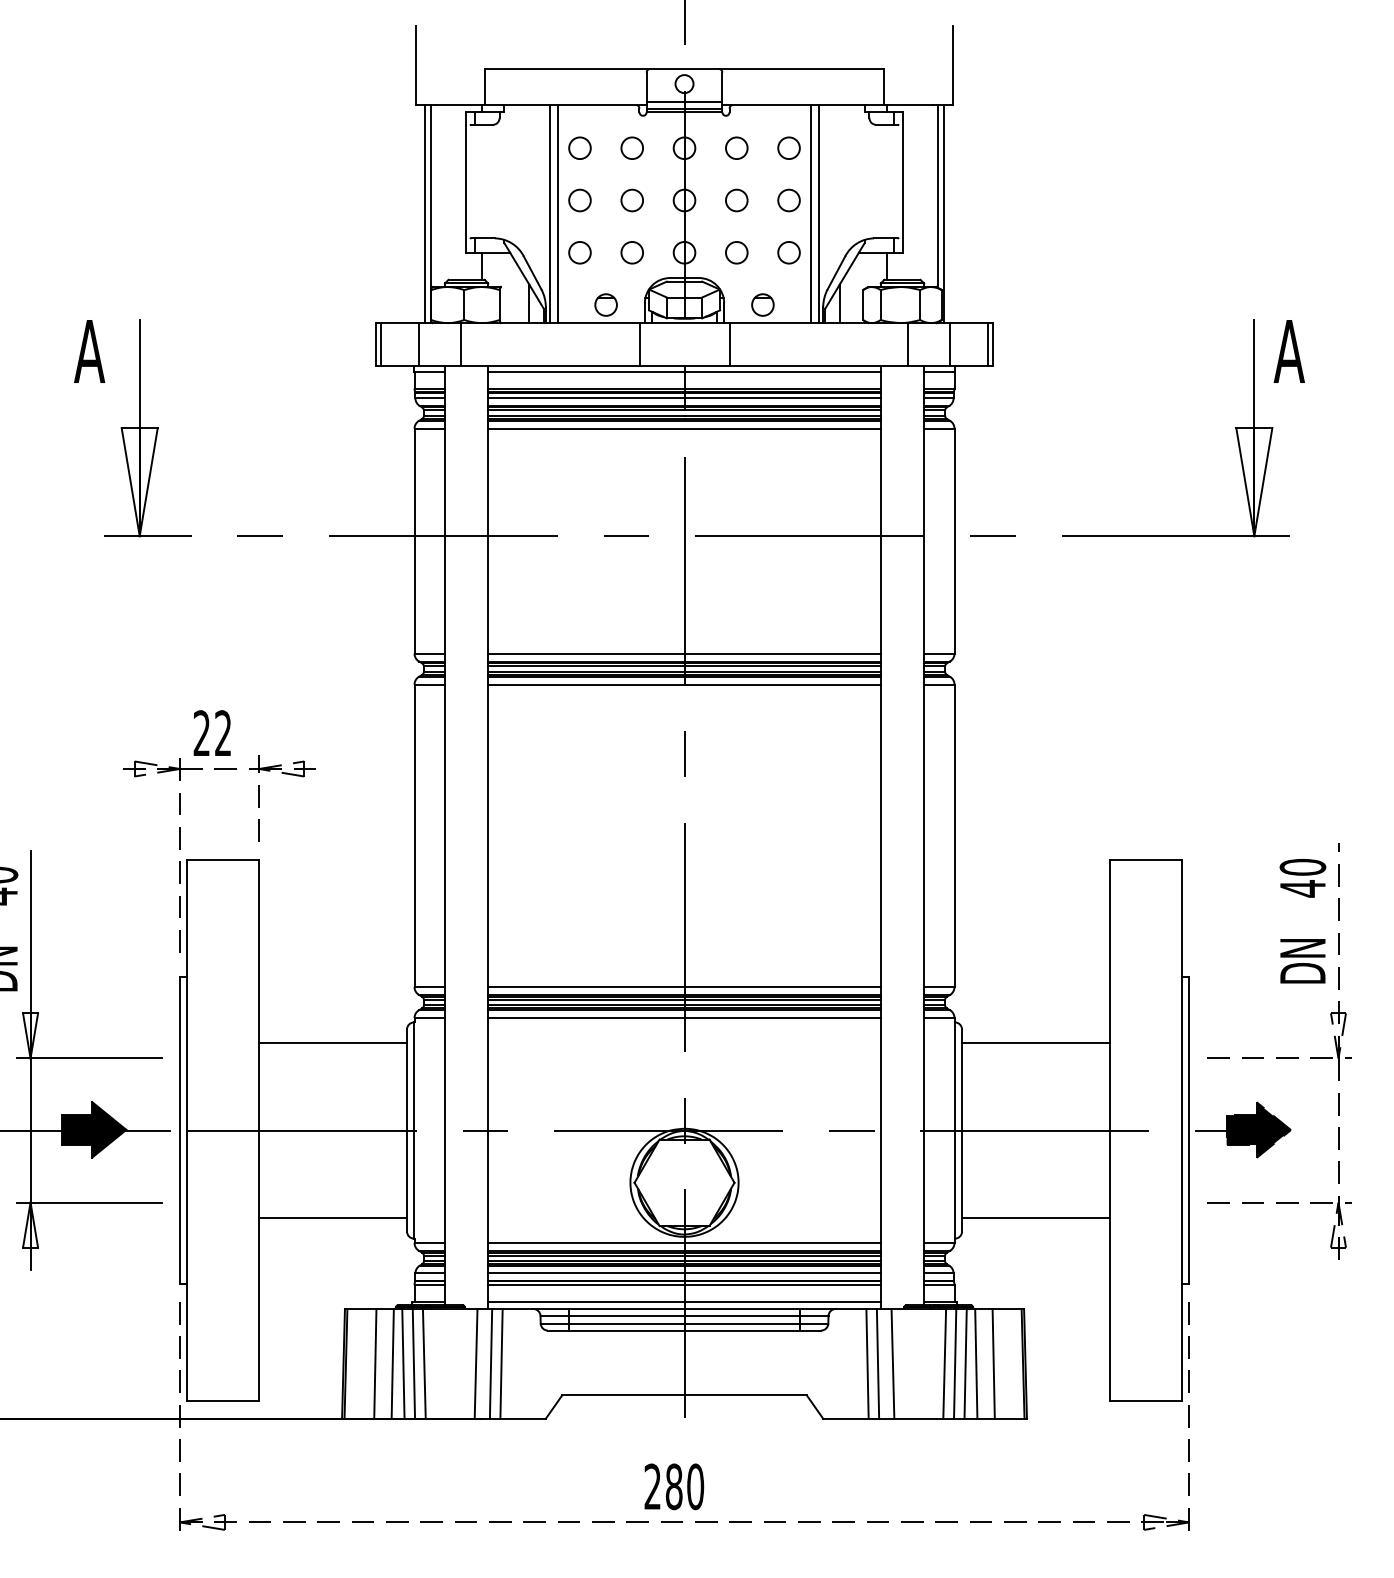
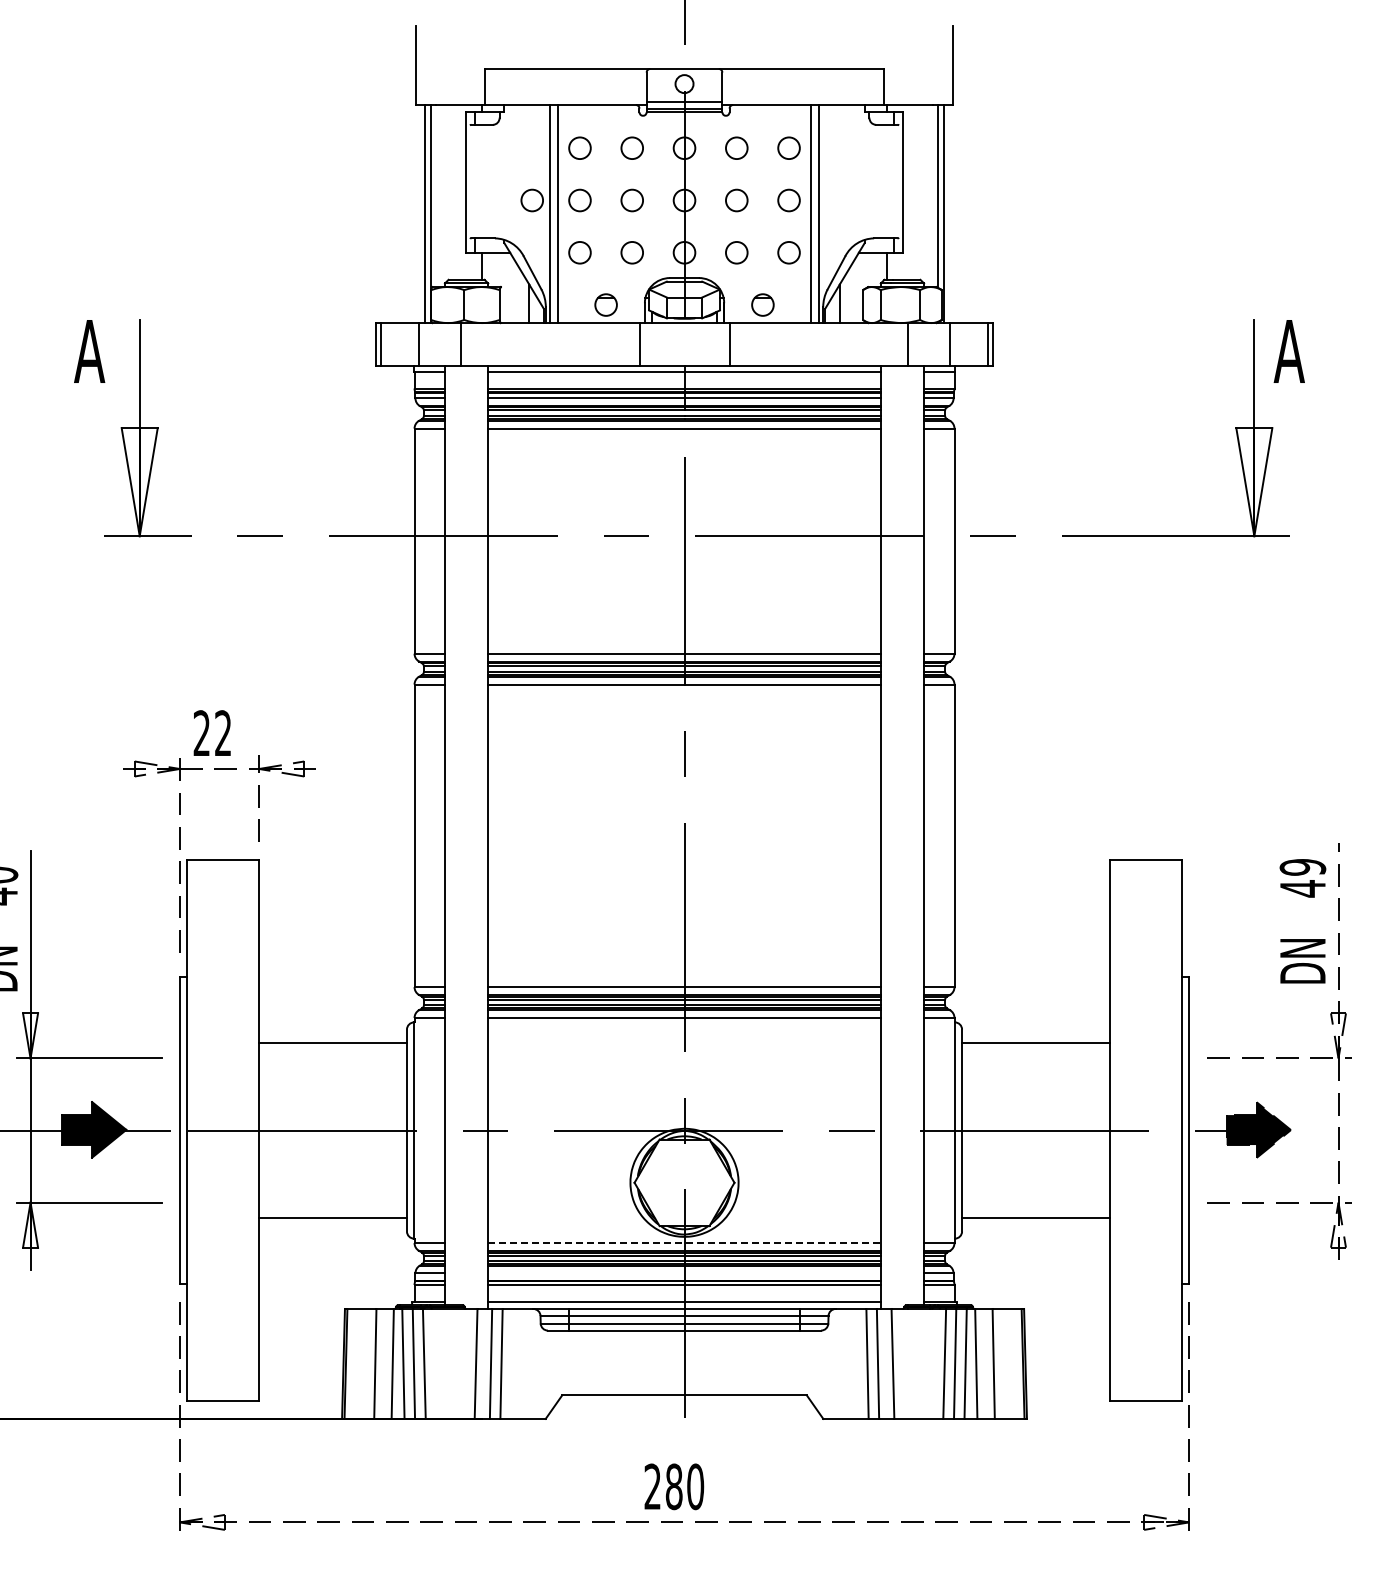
circle at (531, 200): none -> present
text at (1302, 866): 40 -> 49
line at (685, 1243): solid -> dashed
line at (684, 1273): present -> none
